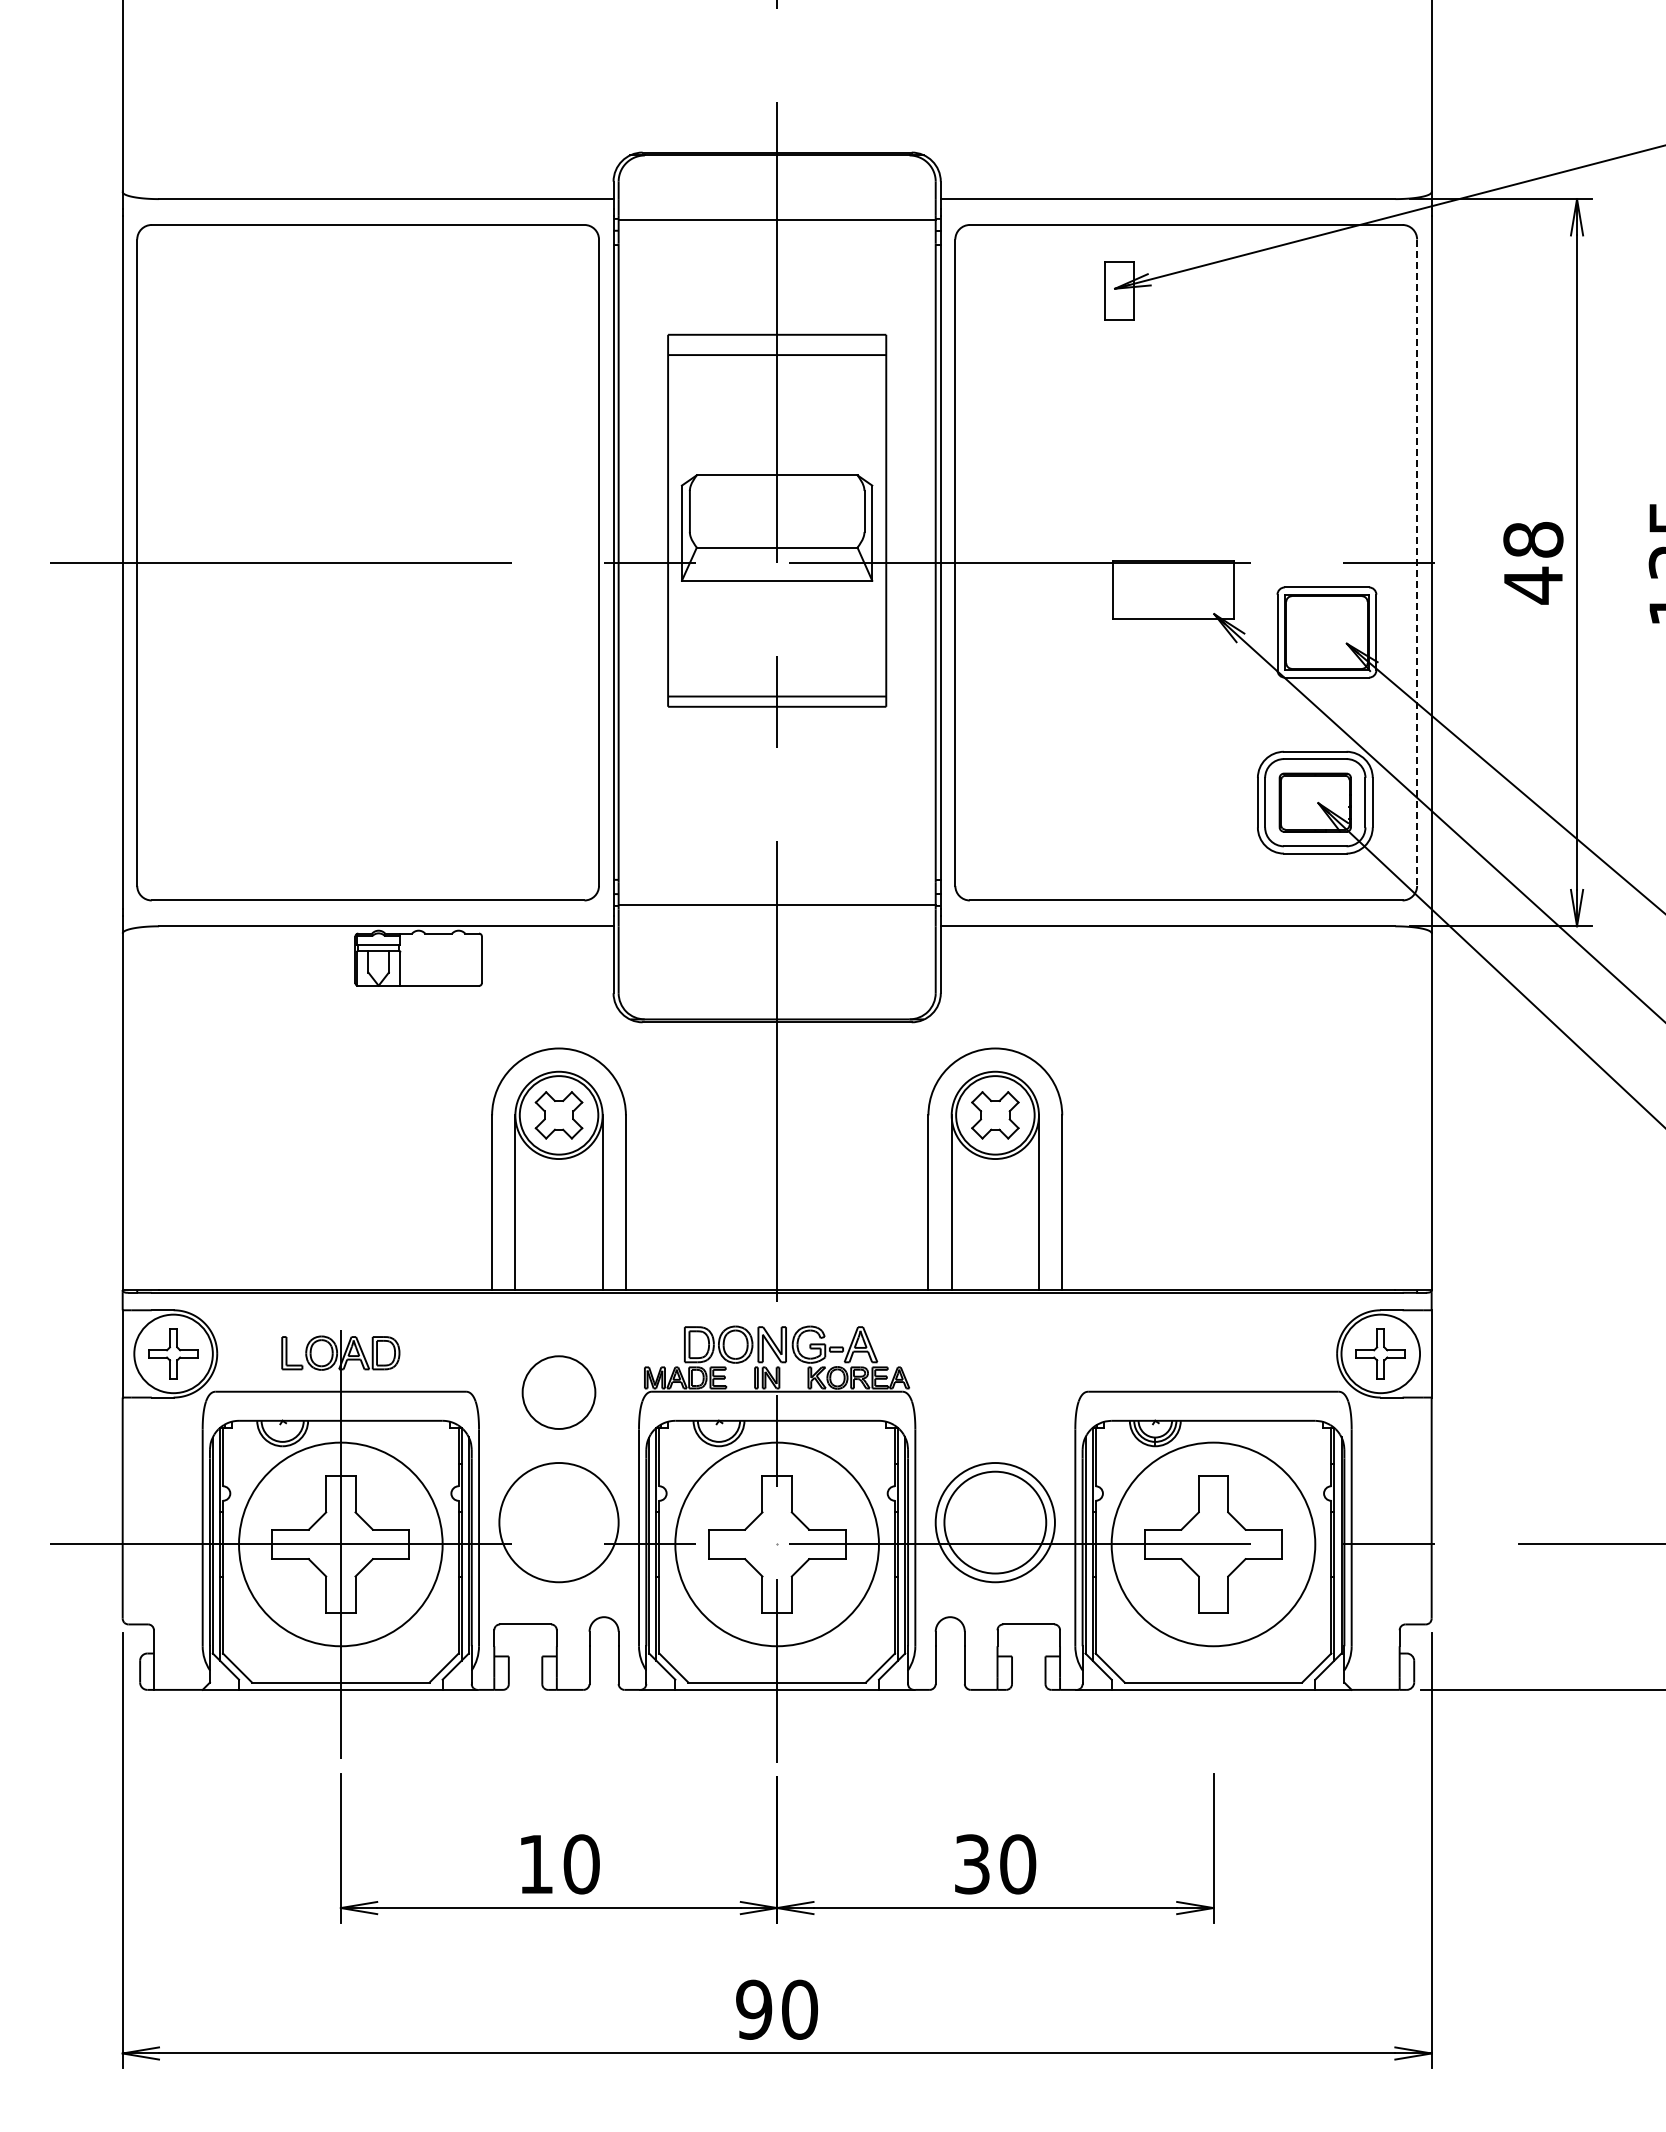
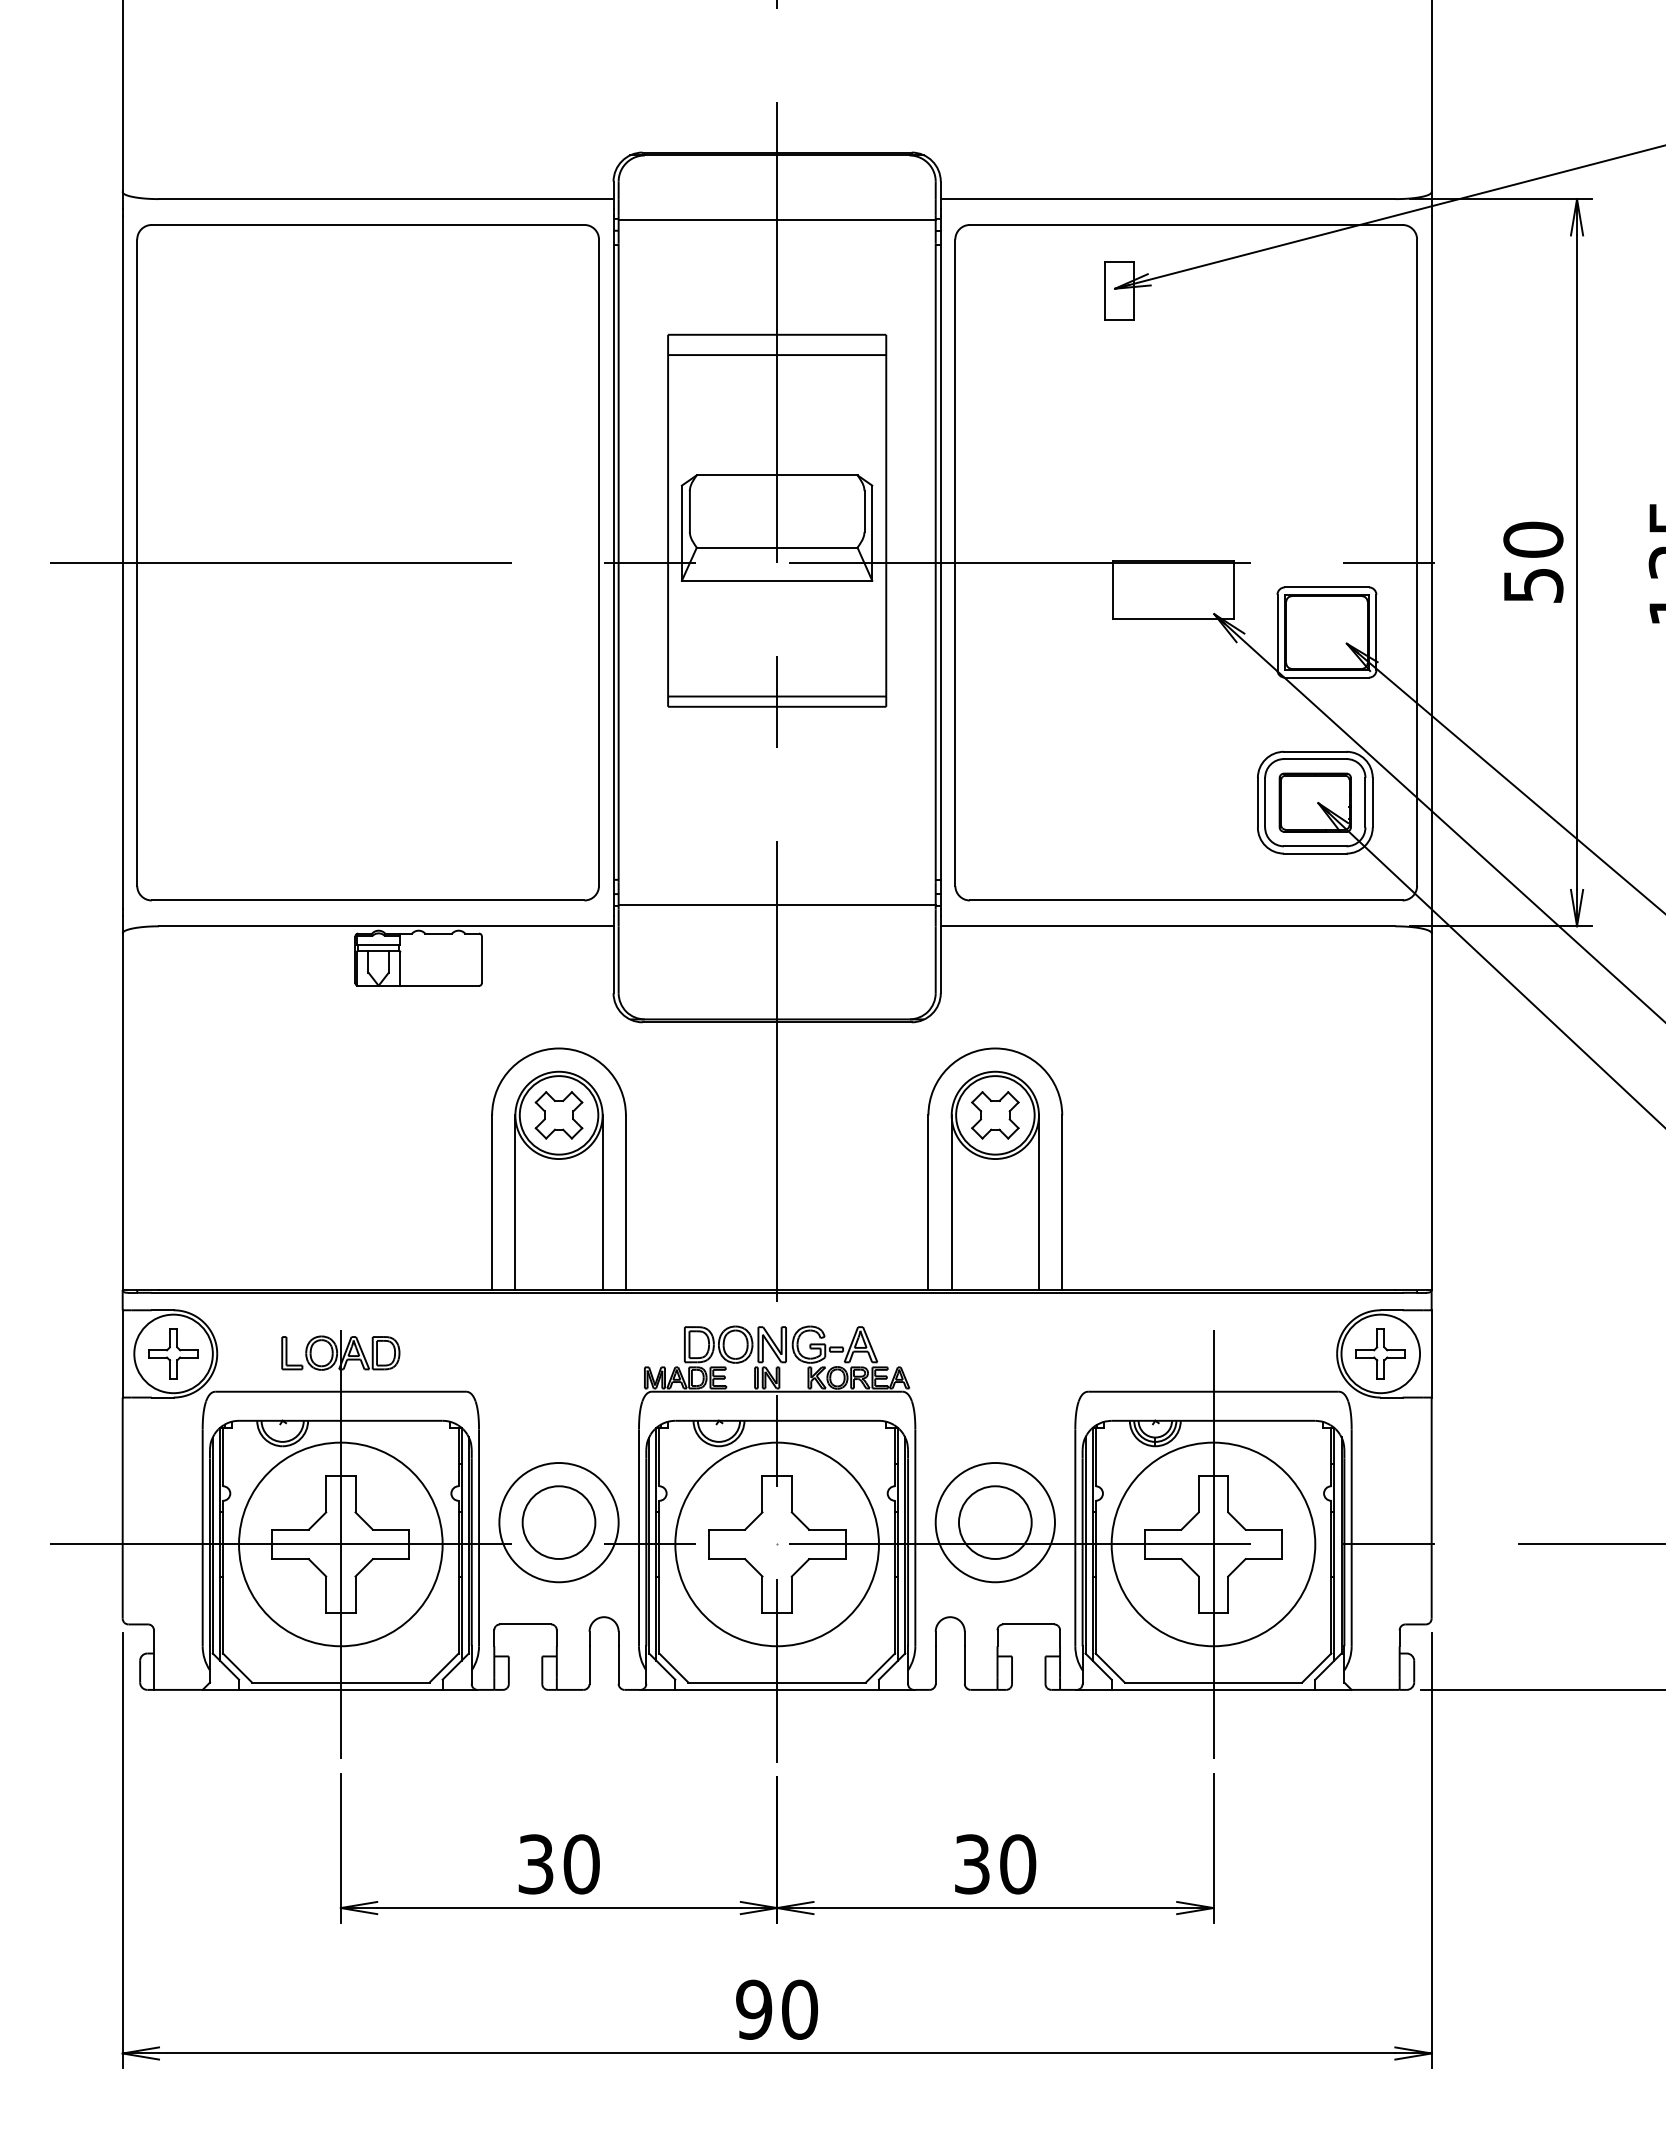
text at (1533, 562): 48 -> 50
line at (1417, 563): dashed -> solid
circle at (558, 1392) position: (558, 1392) -> (558, 1522)
circle at (995, 1522) diameter: 102 px -> 73 px
line at (1213, 1543): none -> present
text at (535, 1864): 10 -> 30
